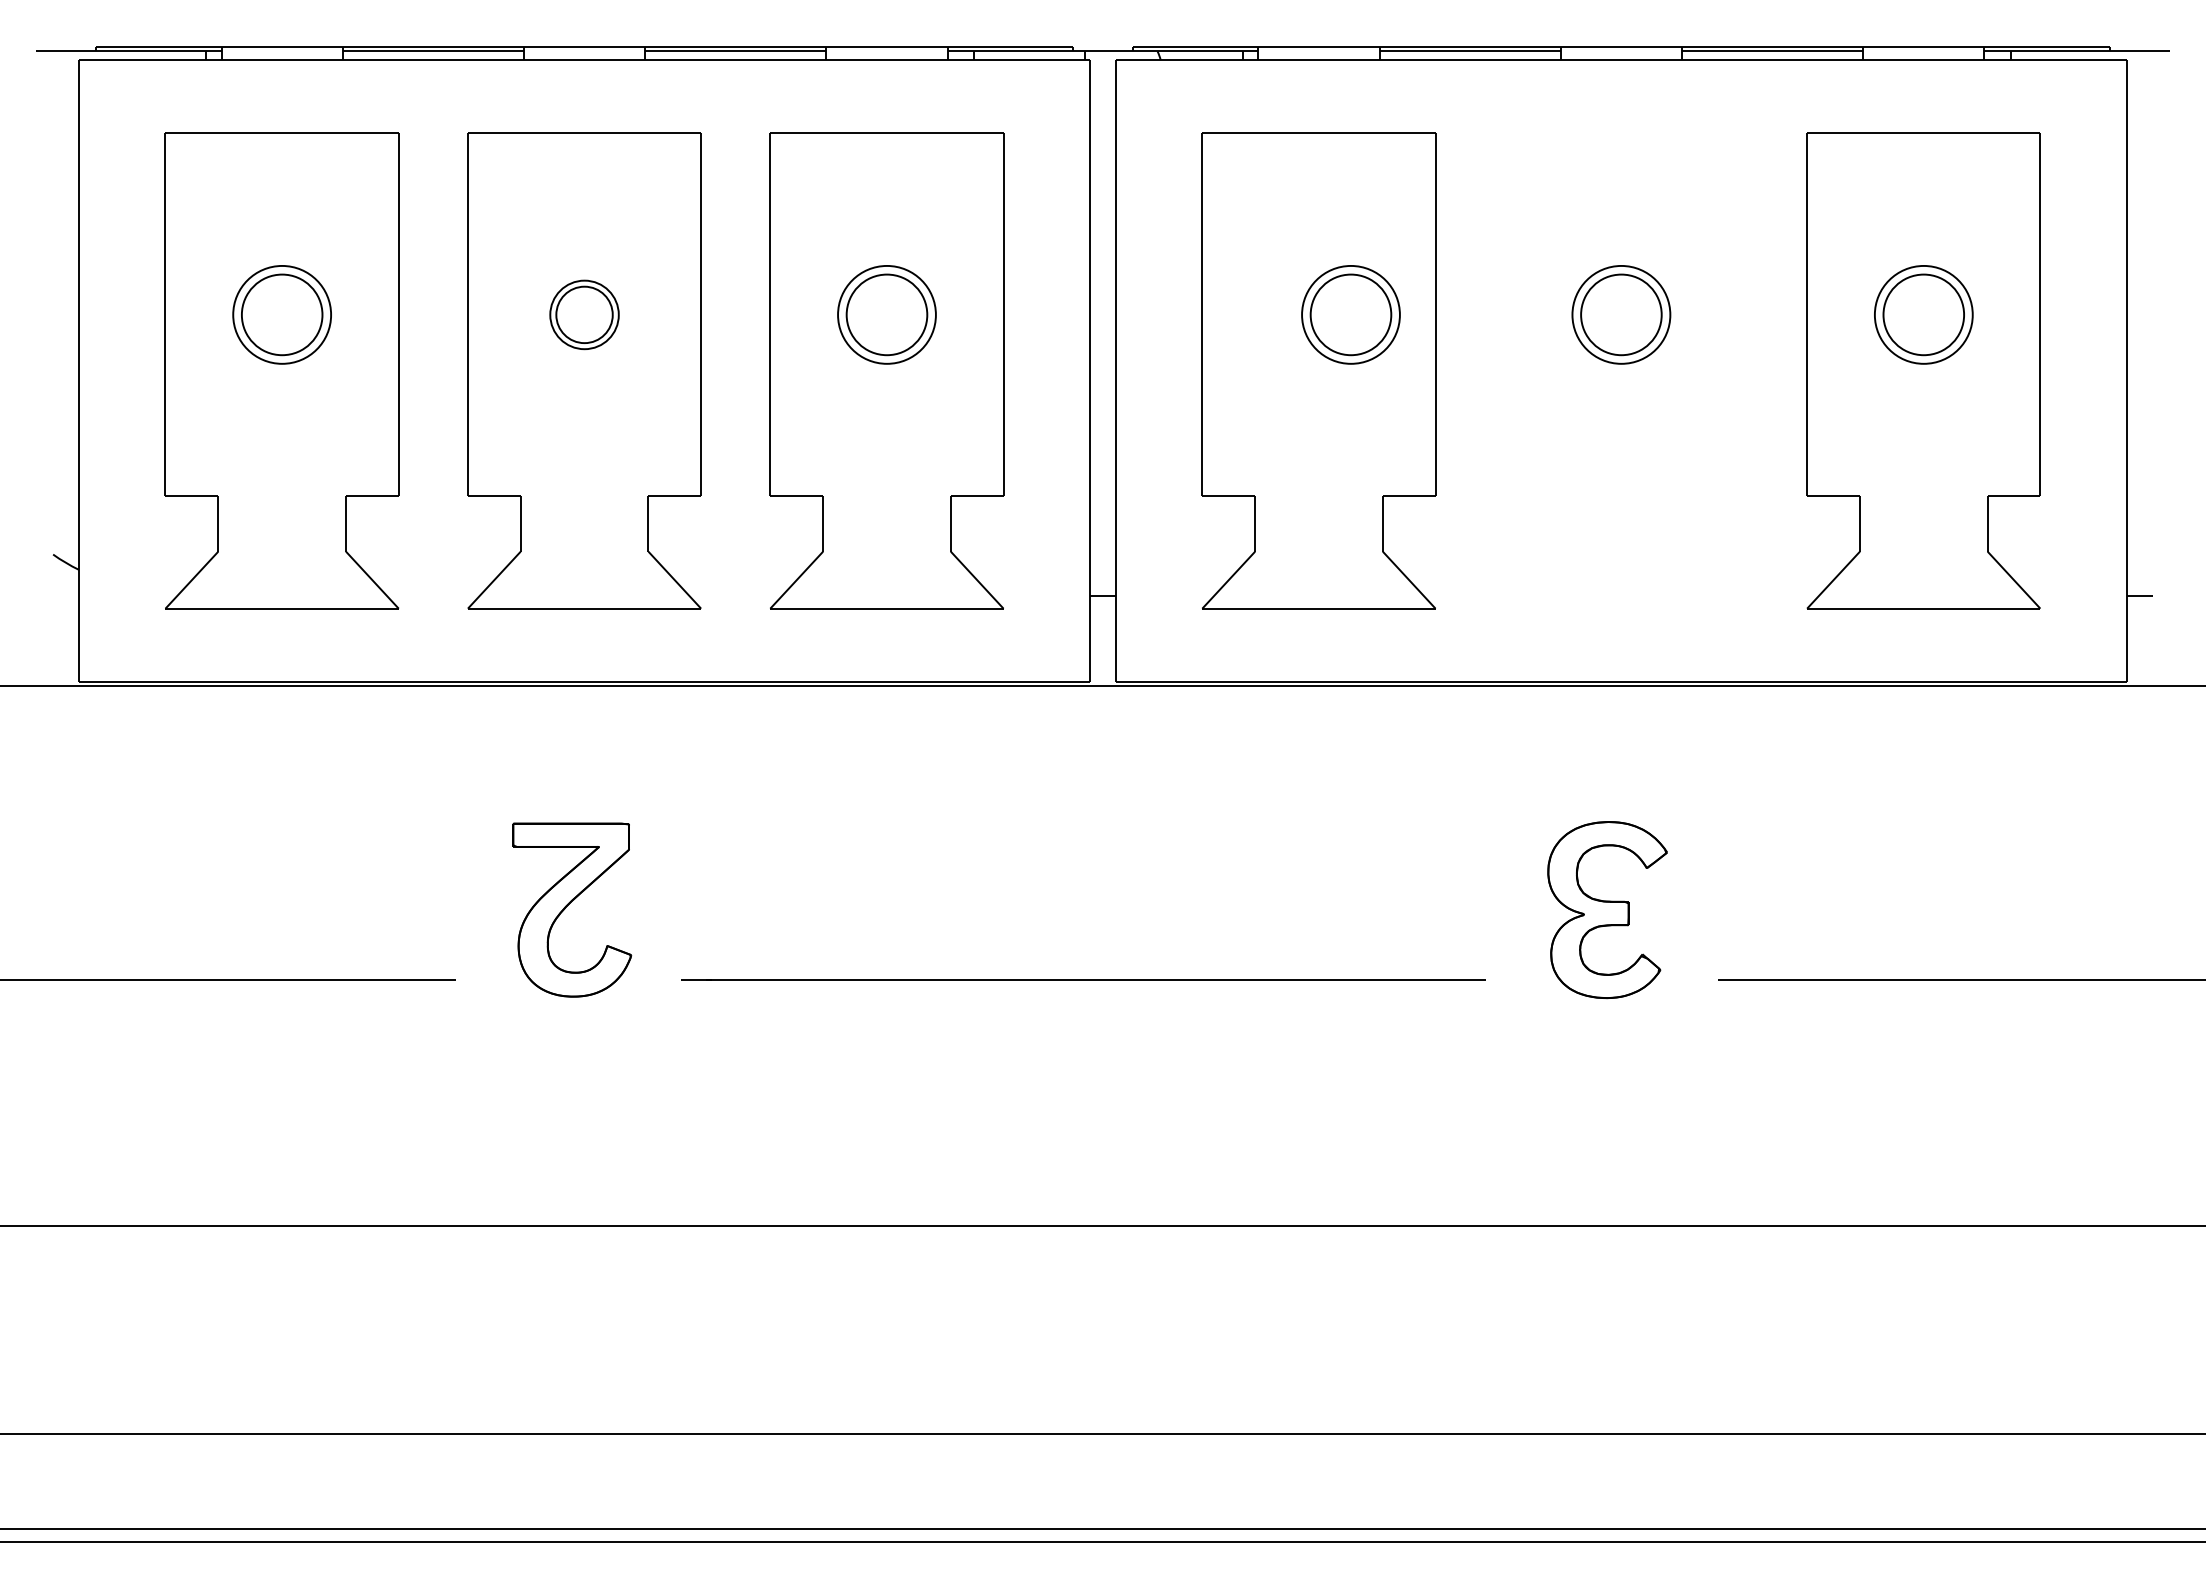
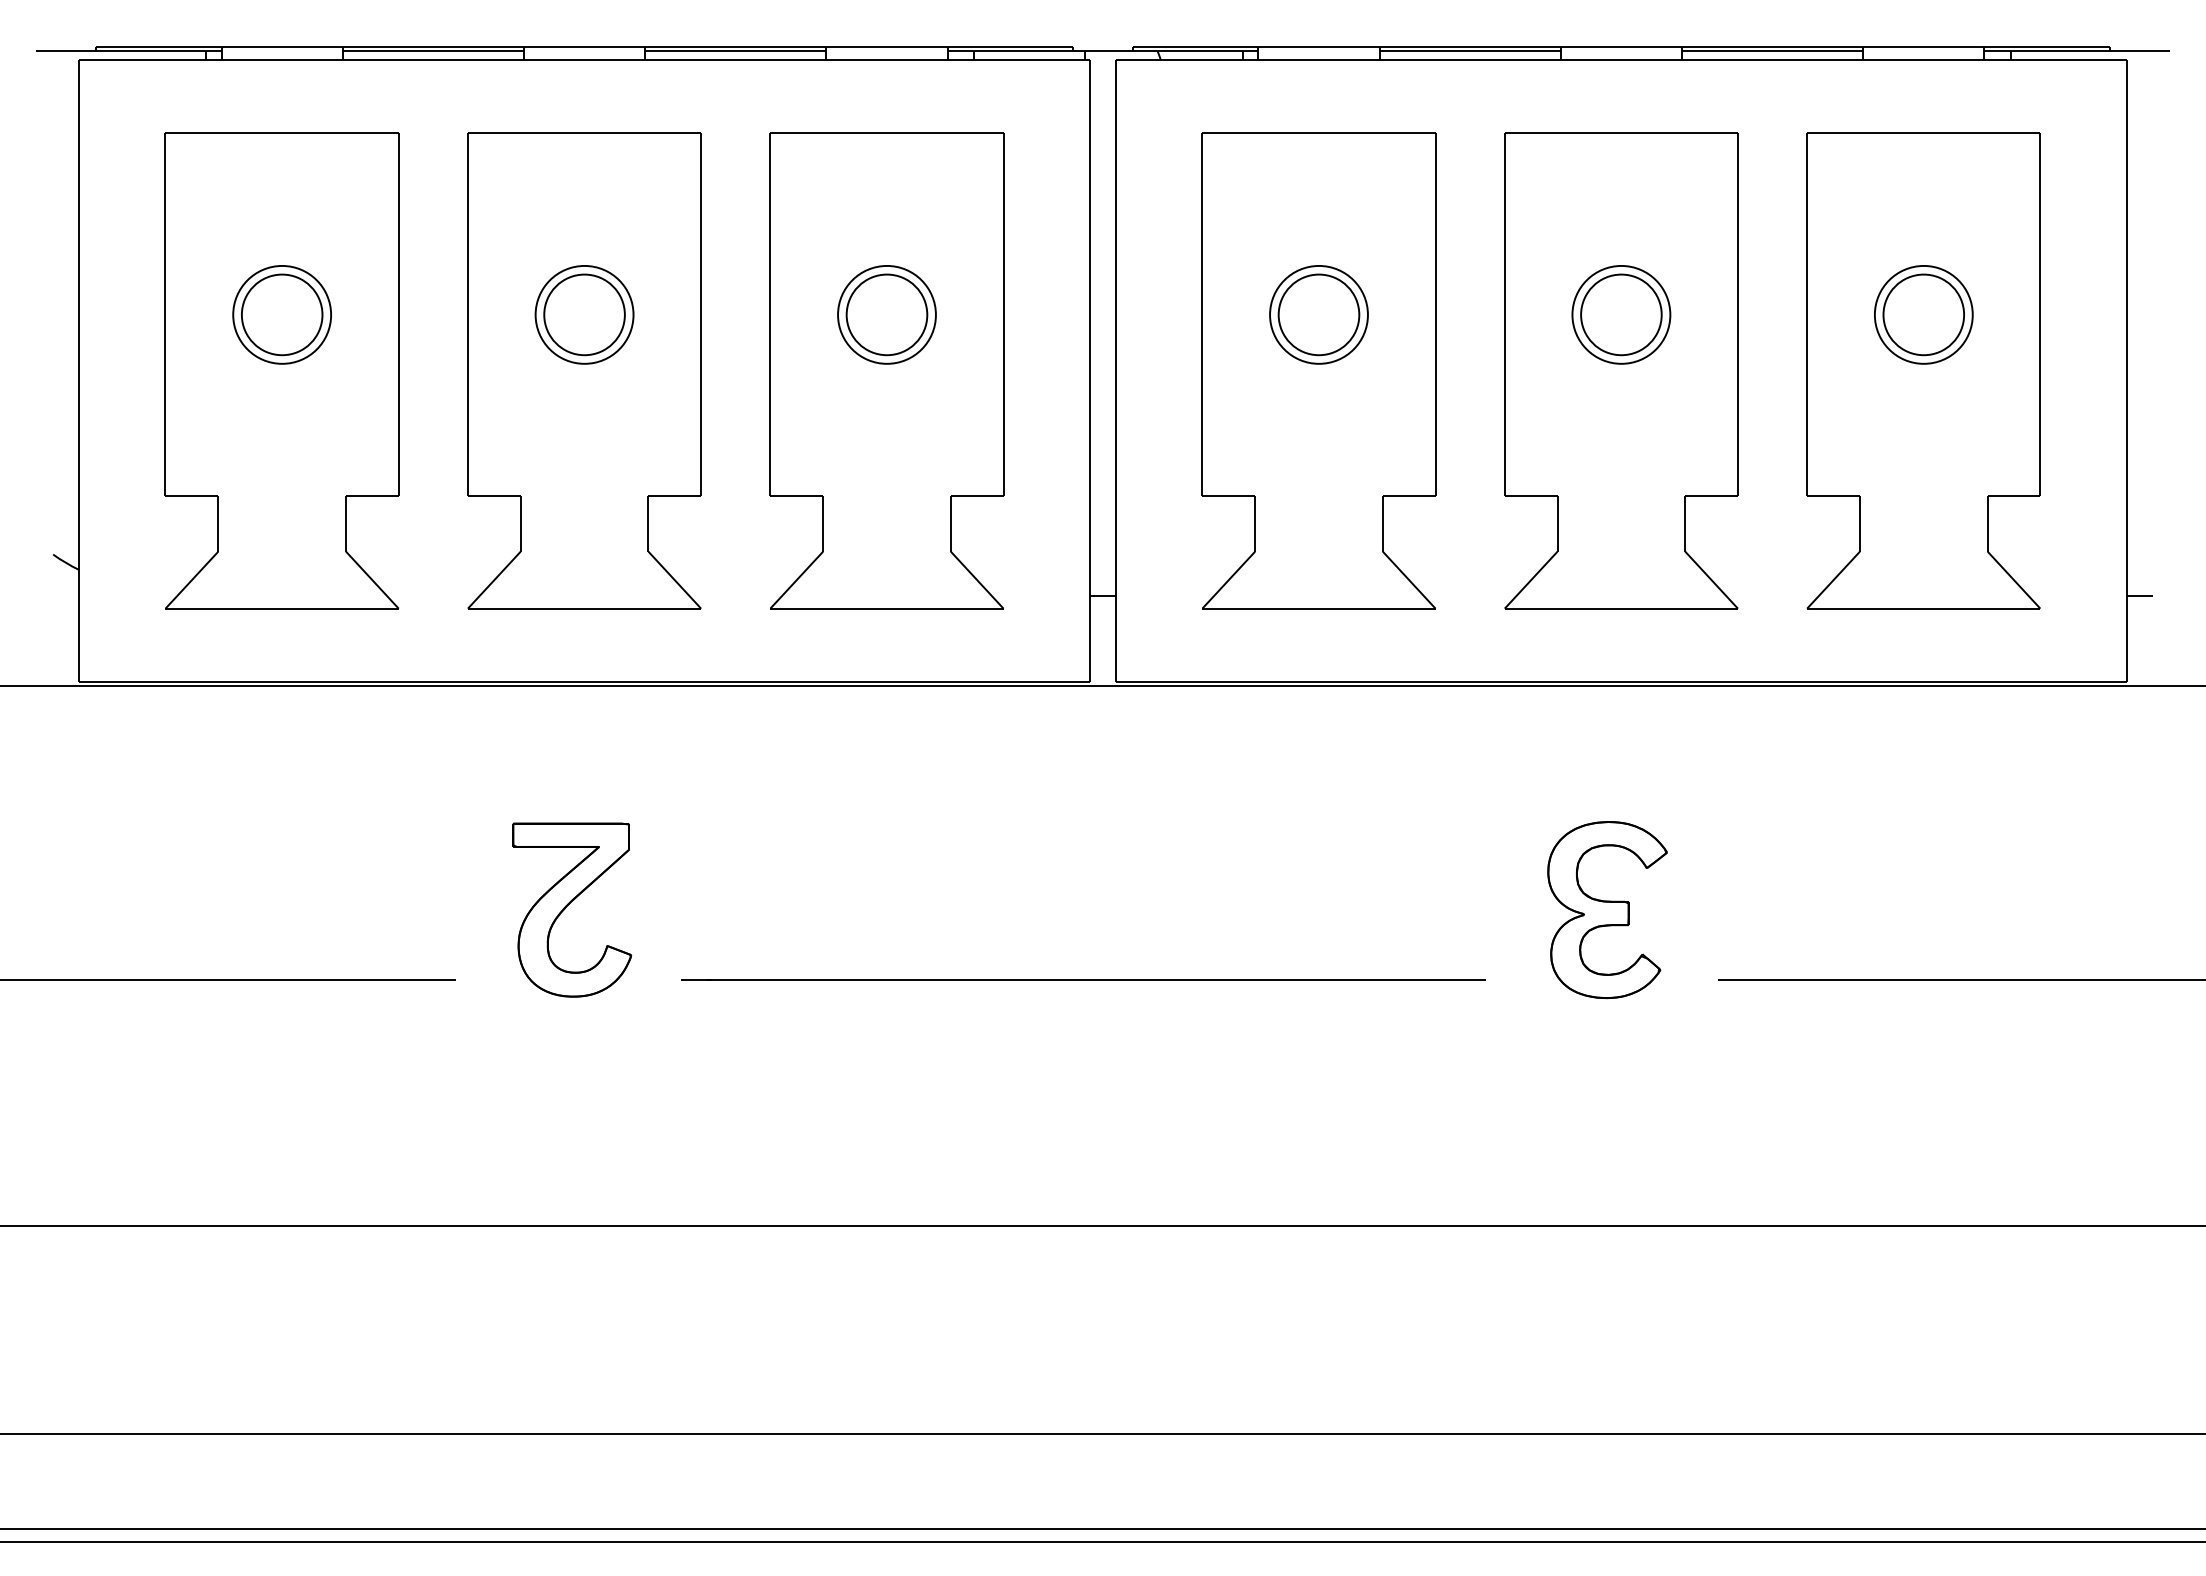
part at (584, 314) size: 71x72 px -> 101x100 px
part at (1350, 314) position: (1350, 314) -> (1318, 314)
part at (1621, 370): none -> present
